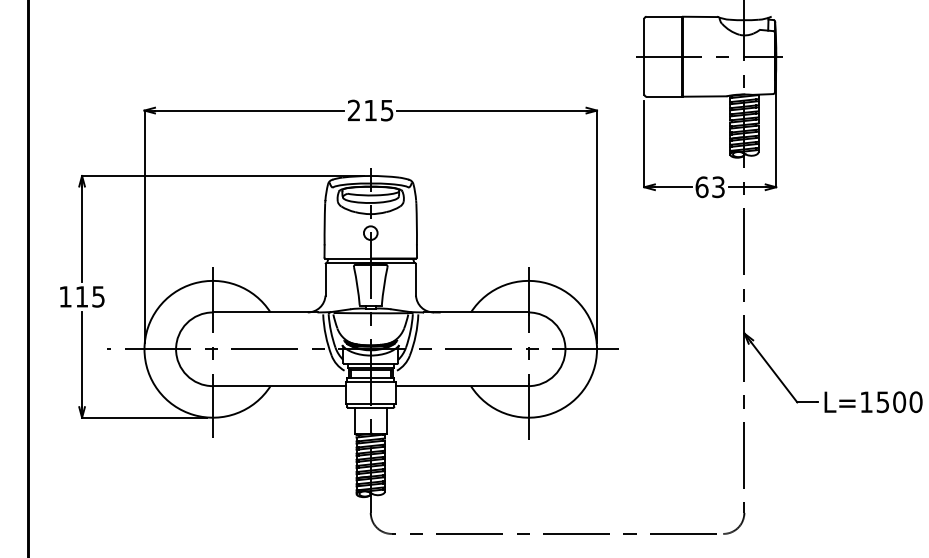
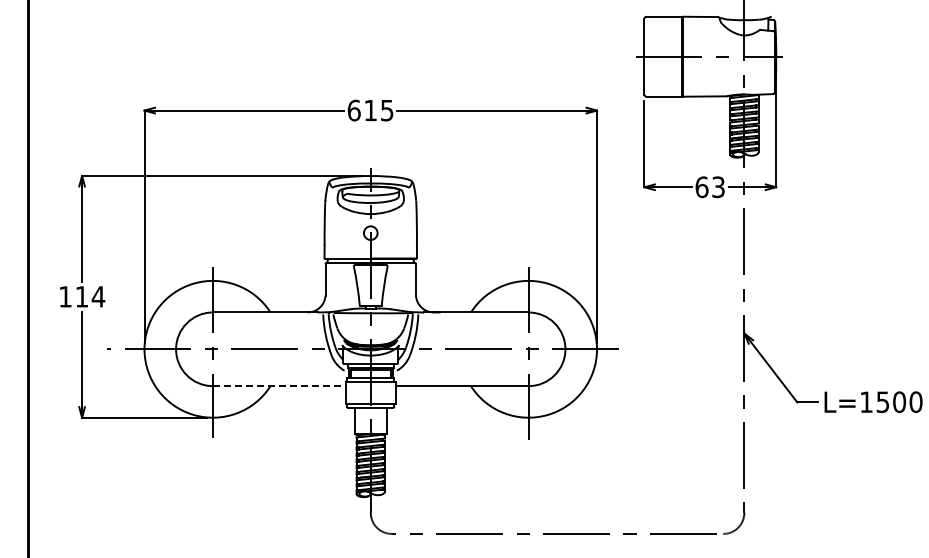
text at (353, 110): 215 -> 615
text at (98, 296): 115 -> 114
line at (279, 386): solid -> dashed
